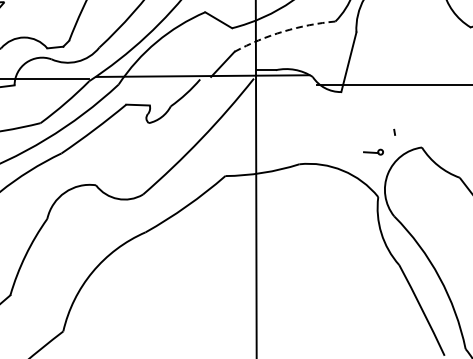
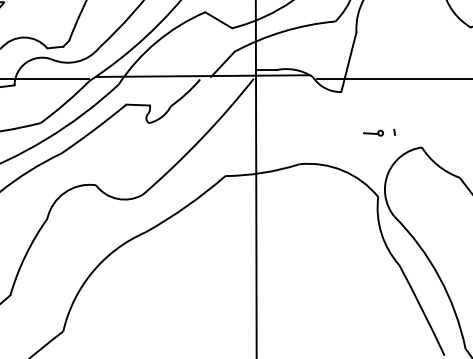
arc at (283, 31): dashed -> solid
line at (392, 84) position: (392, 84) -> (392, 78)
part at (373, 151) position: (373, 151) -> (373, 132)
